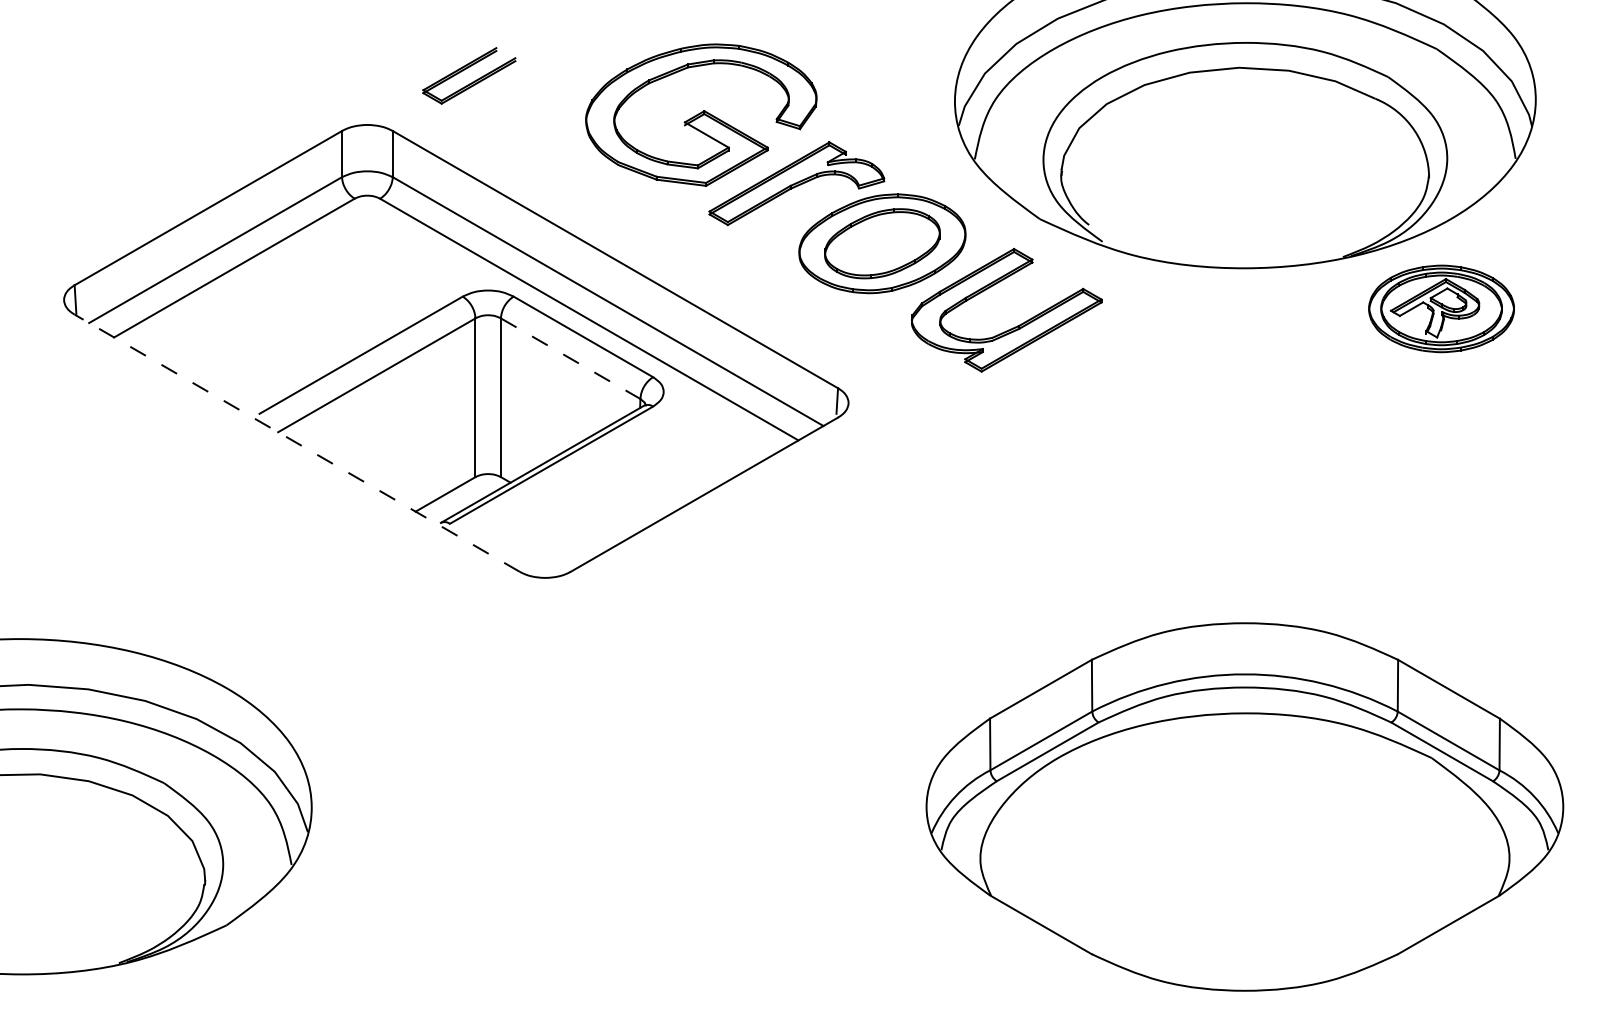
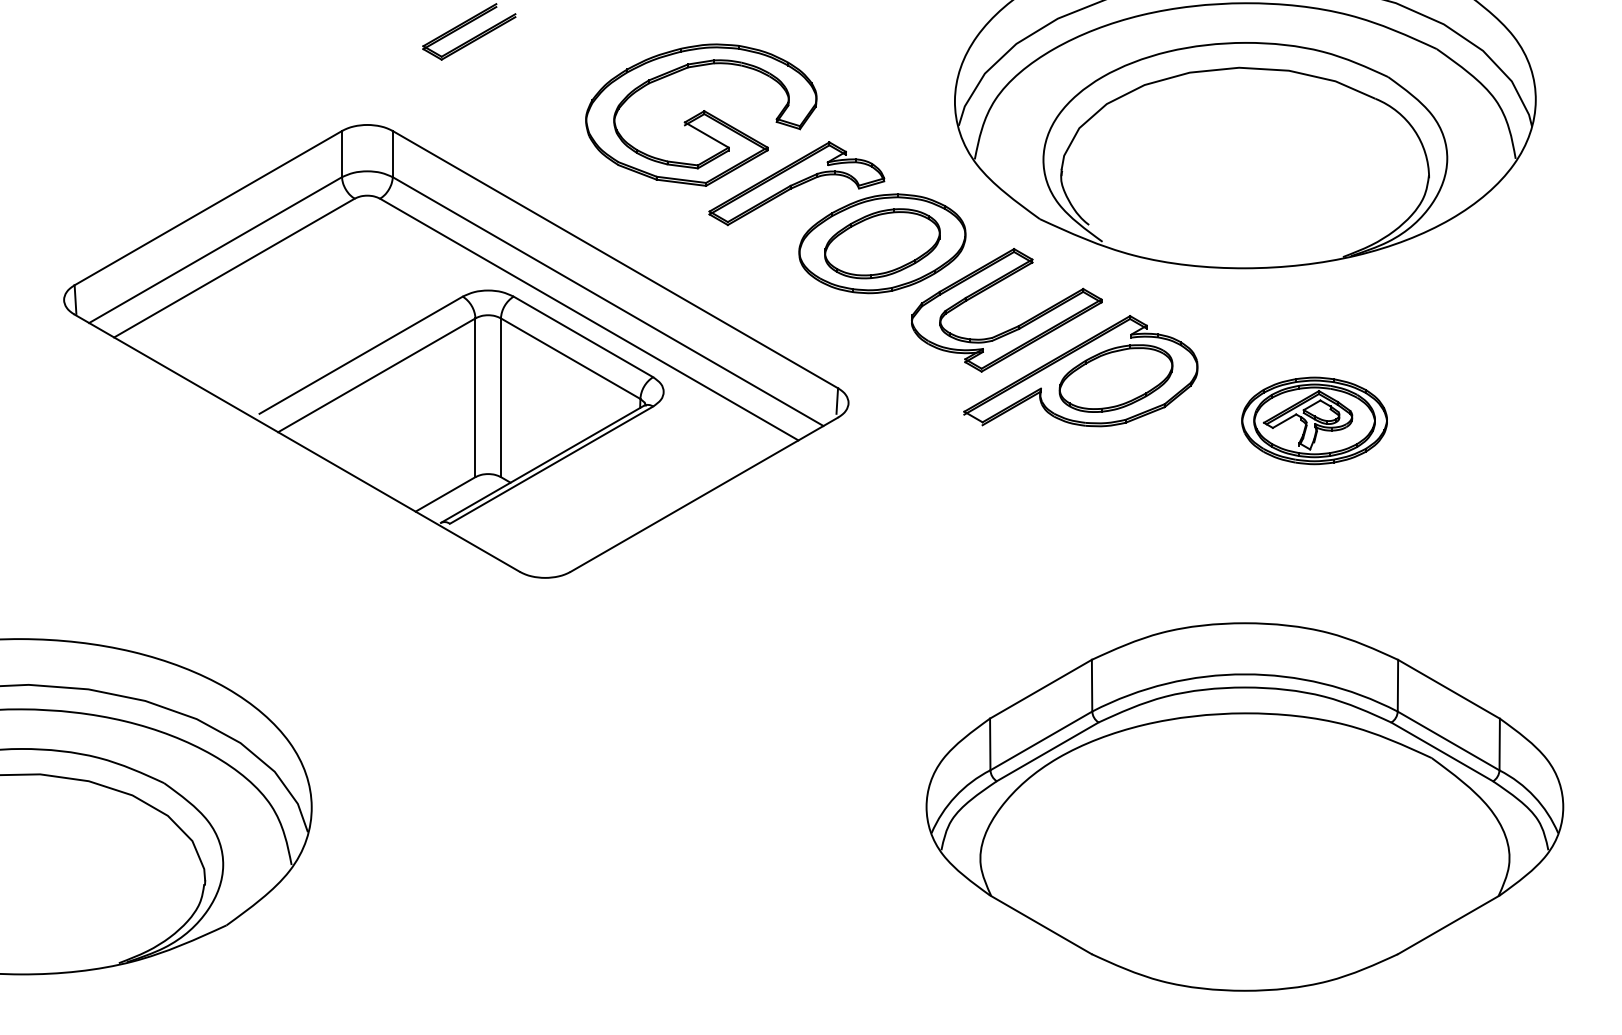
part at (466, 69) position: (466, 69) -> (466, 25)
part at (1441, 308) position: (1441, 308) -> (1314, 420)
line at (570, 358): dashed -> solid
part at (1080, 371): none -> present
line at (296, 442): dashed -> solid
